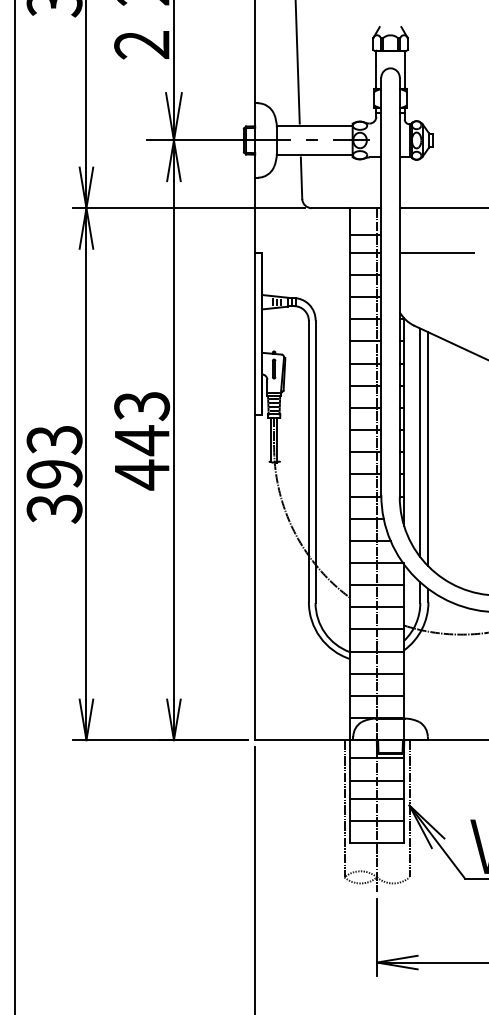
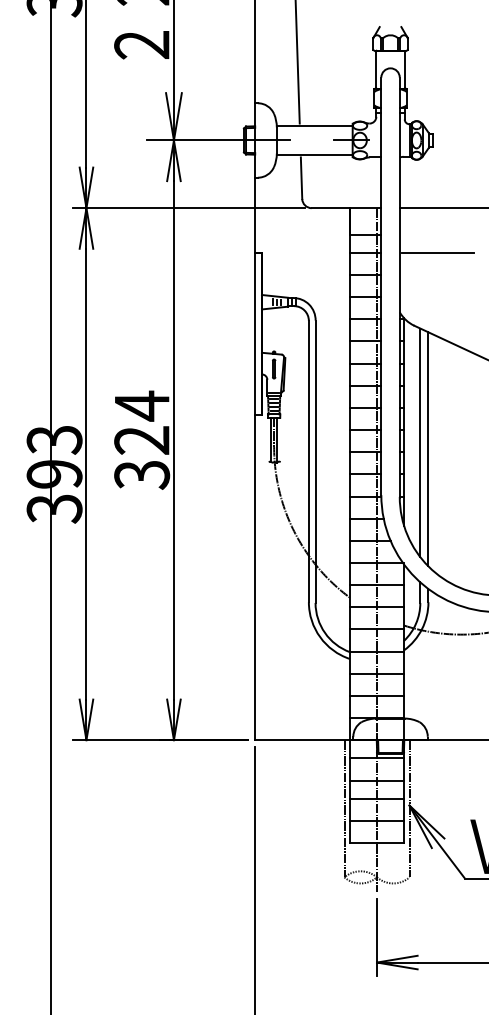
line at (311, 139): present -> none
text at (142, 440): 443 -> 324
line at (14, 506) position: (14, 506) -> (50, 506)
